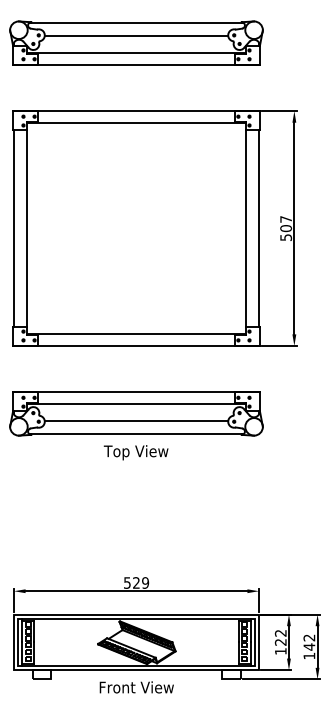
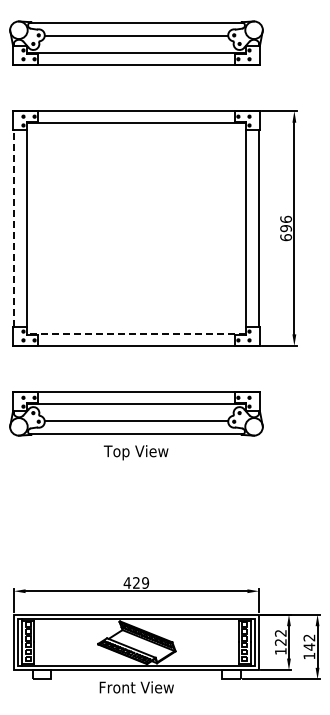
line at (14, 228): solid -> dashed
text at (286, 228): 507 -> 696
line at (136, 334): solid -> dashed
text at (127, 582): 529 -> 429
